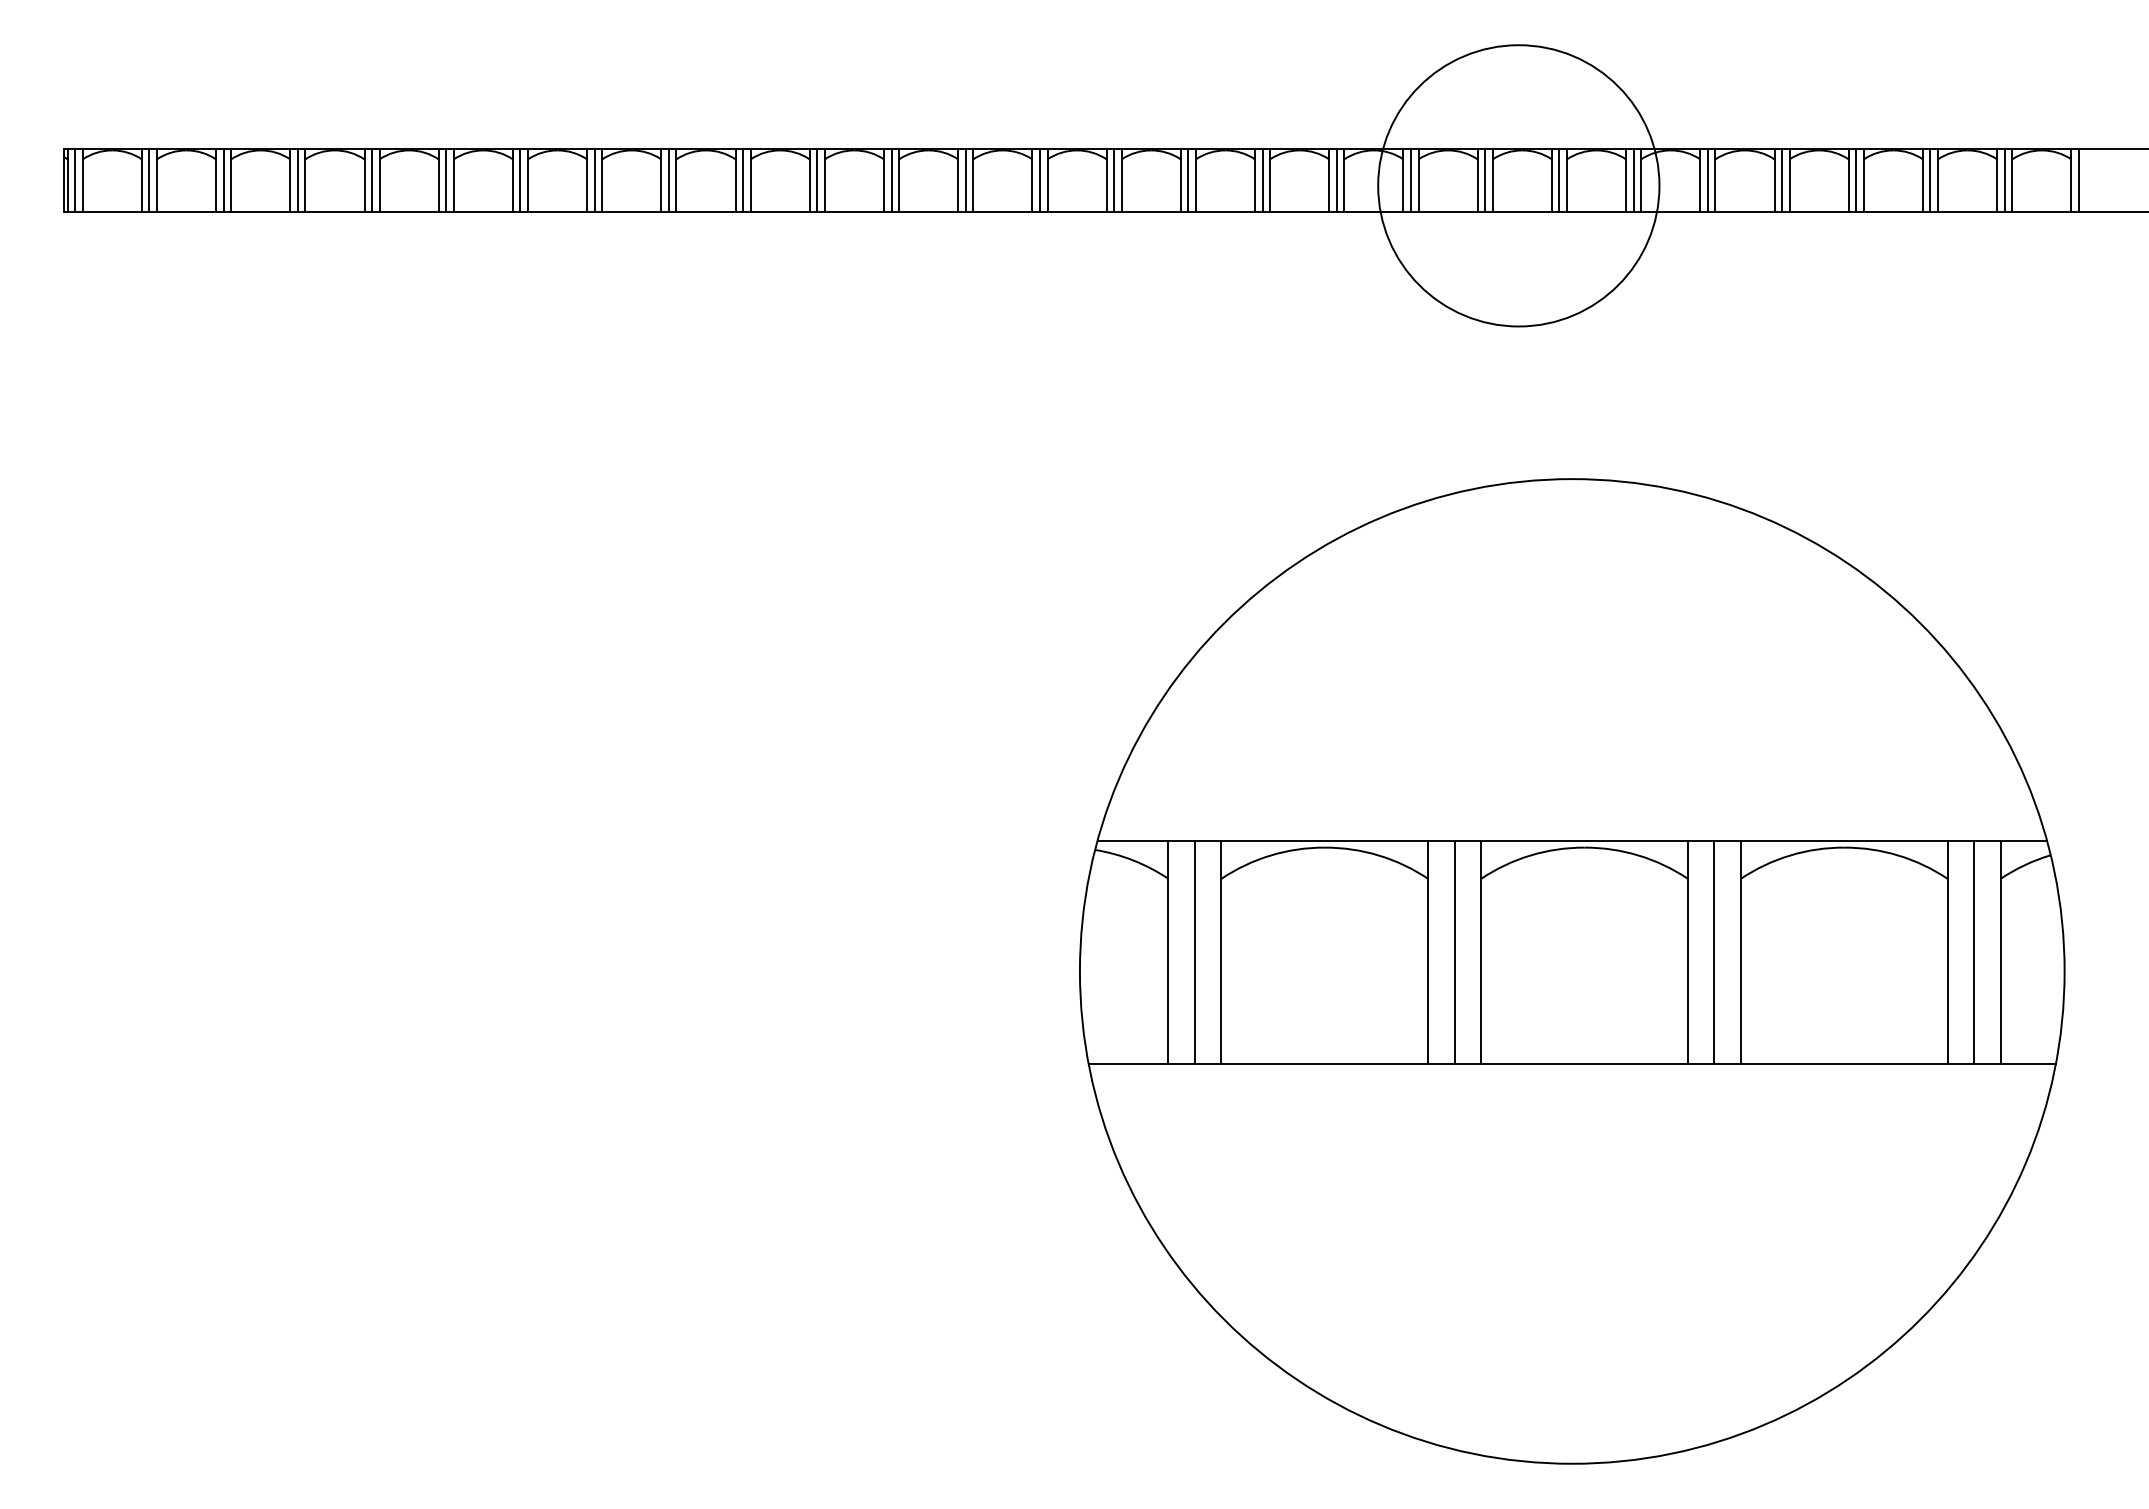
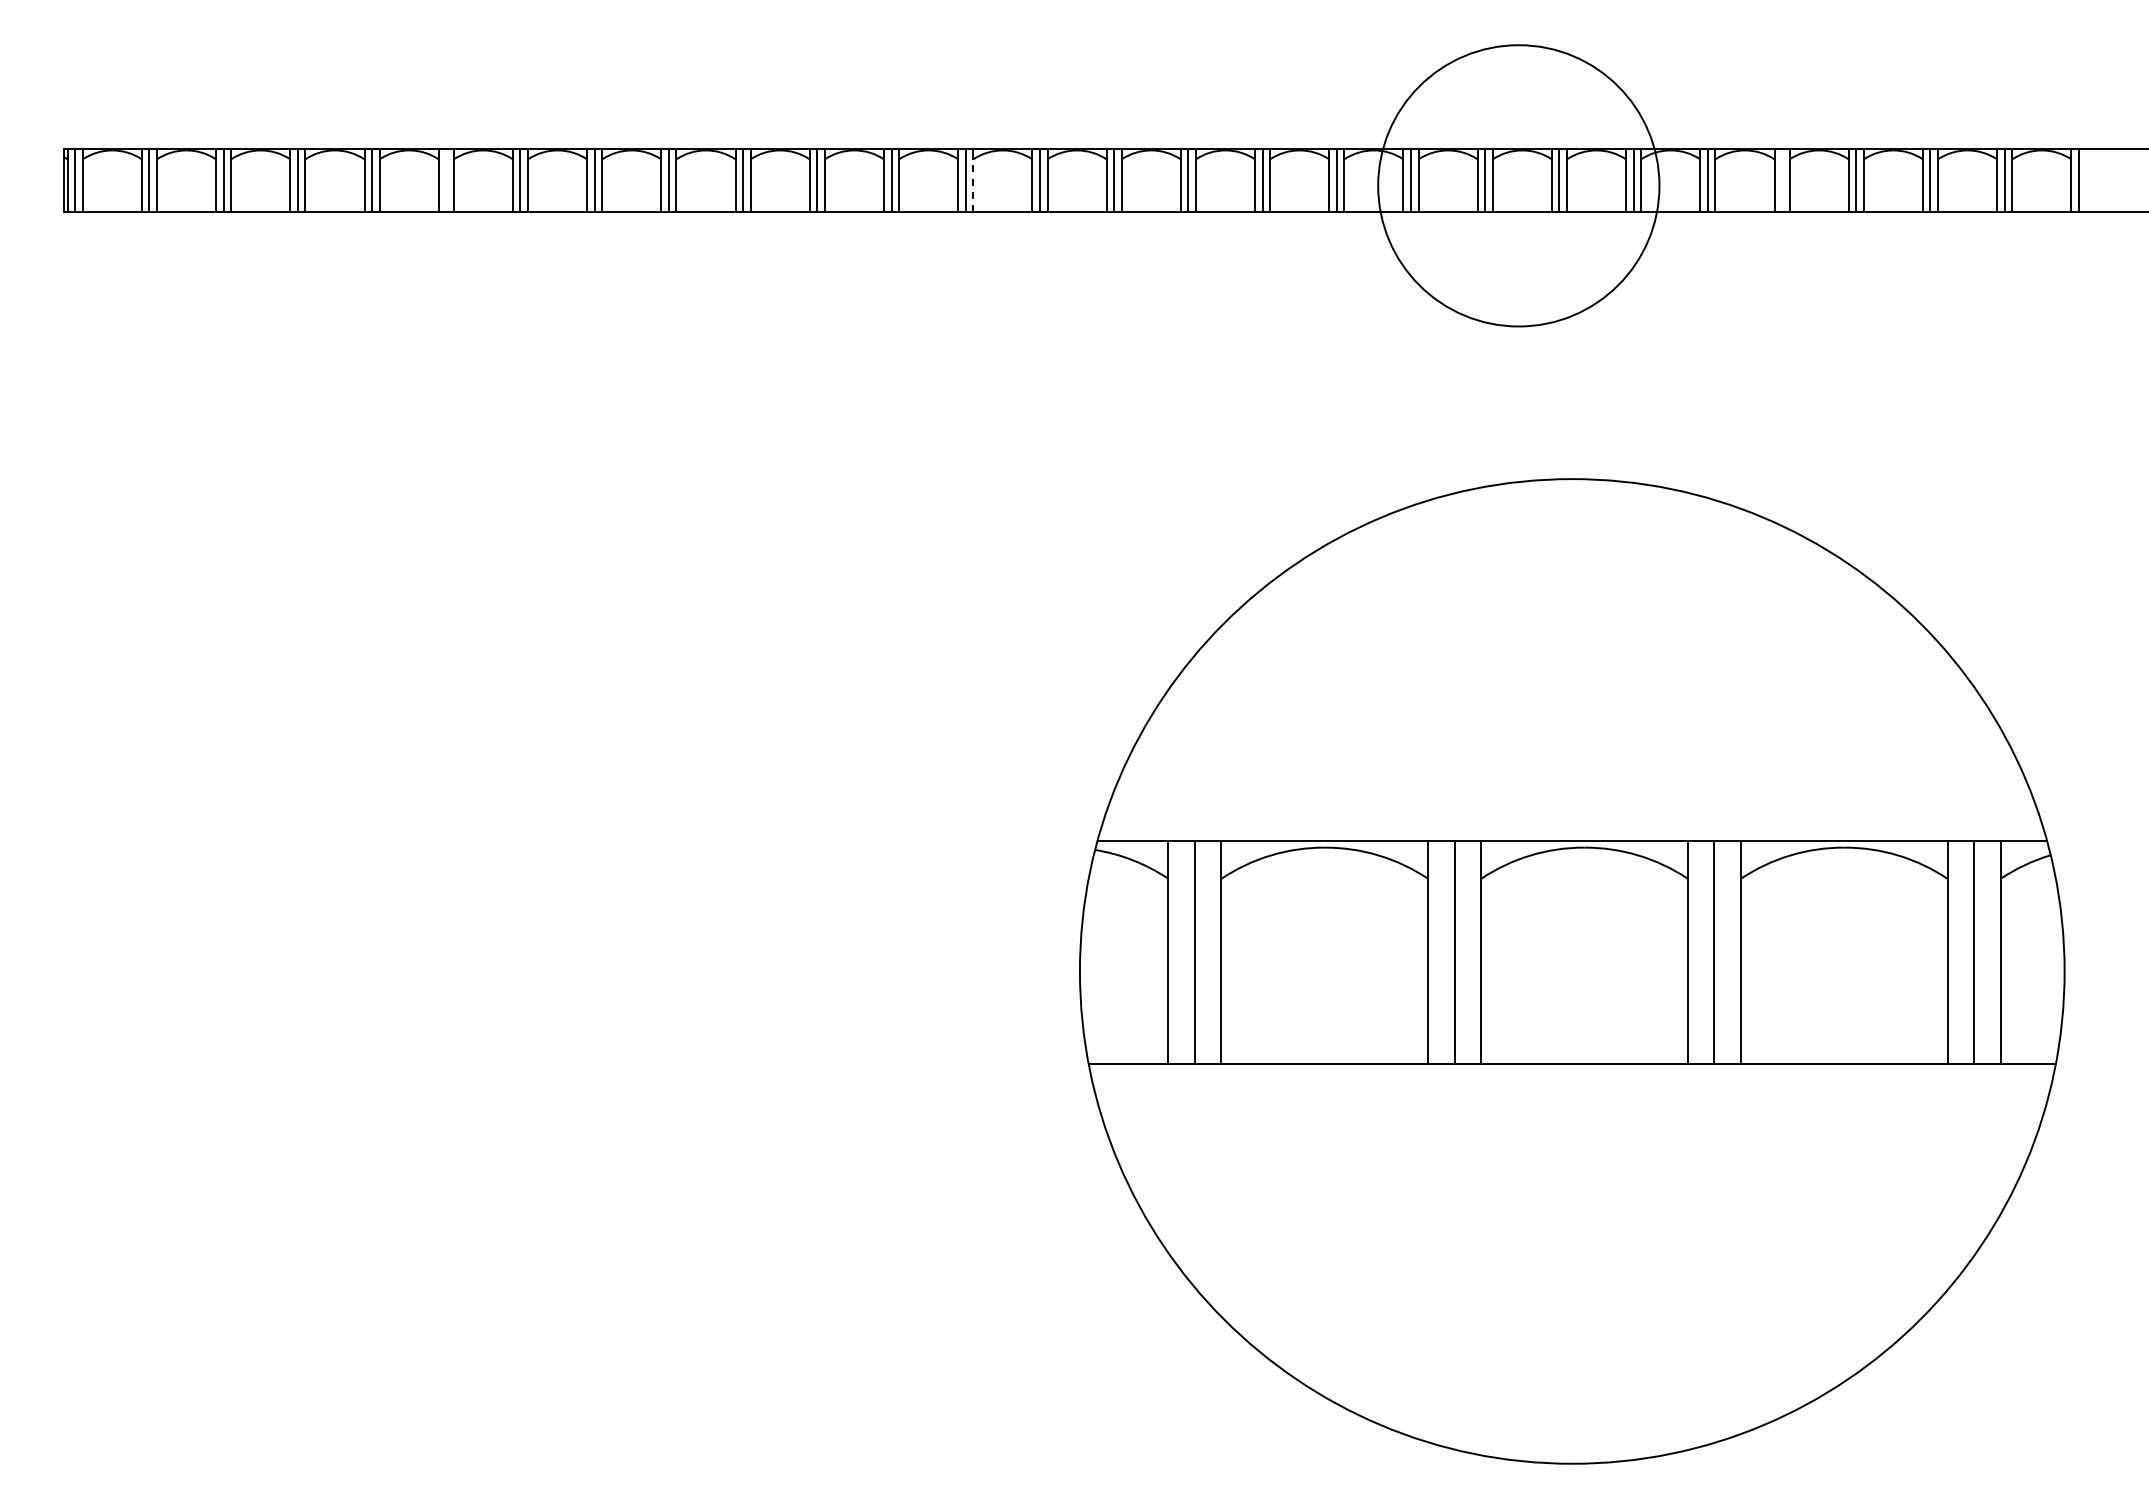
line at (446, 180): present -> none
line at (1782, 180): present -> none
line at (973, 185): solid -> dashed
